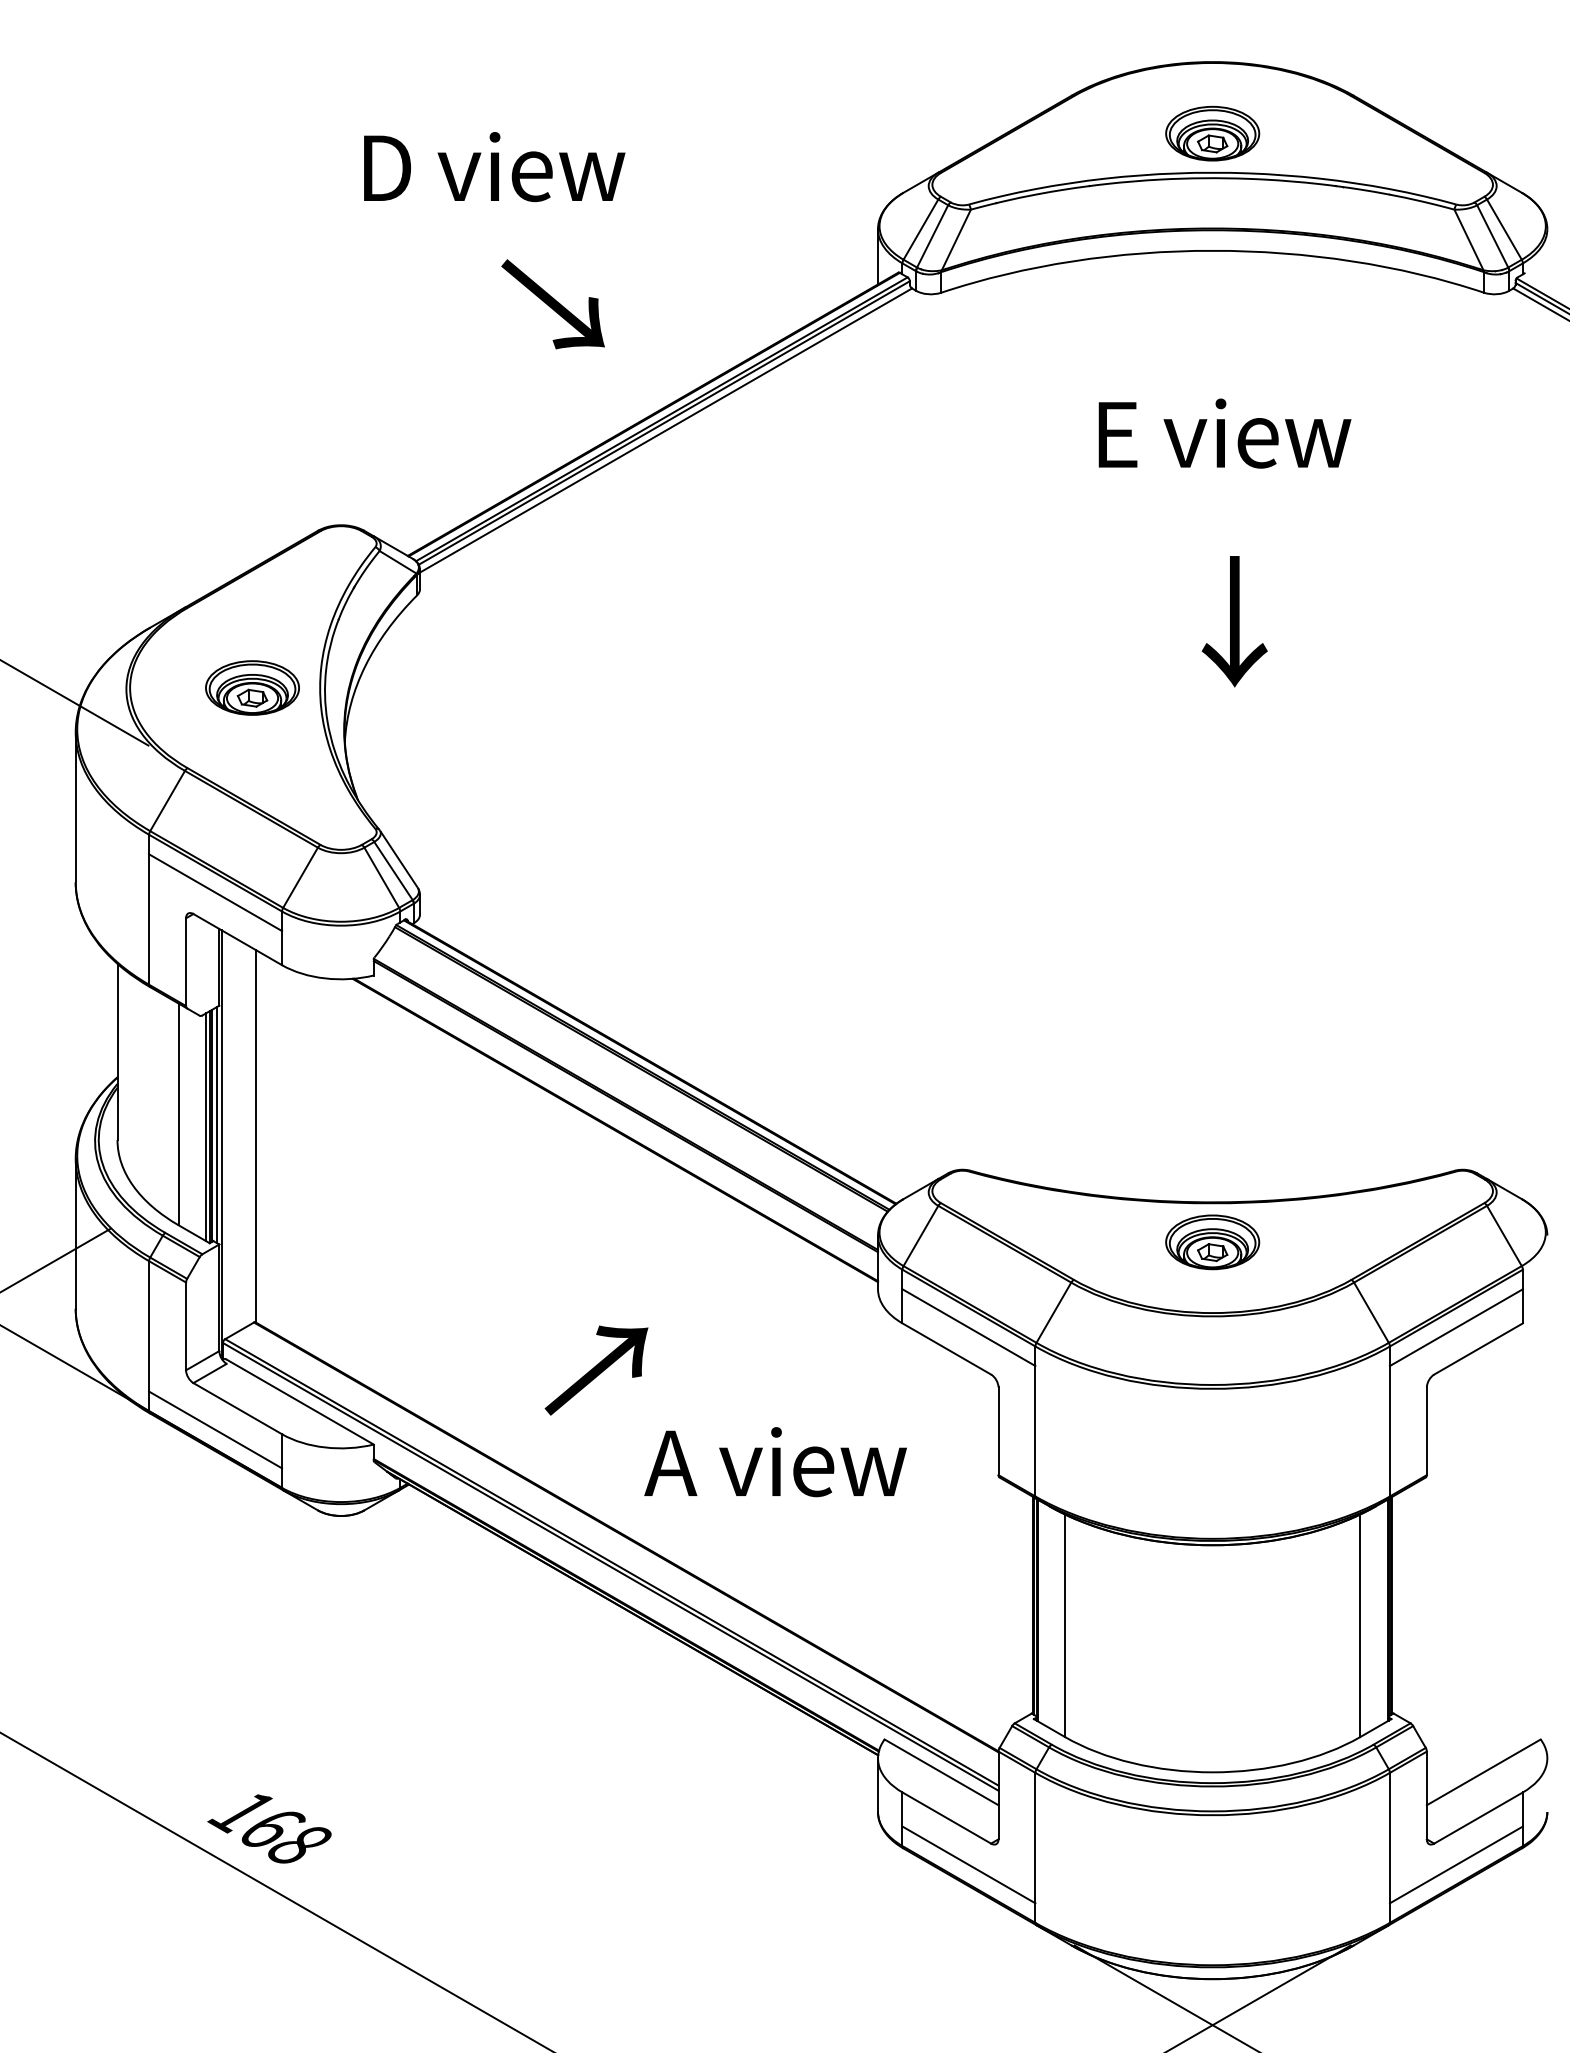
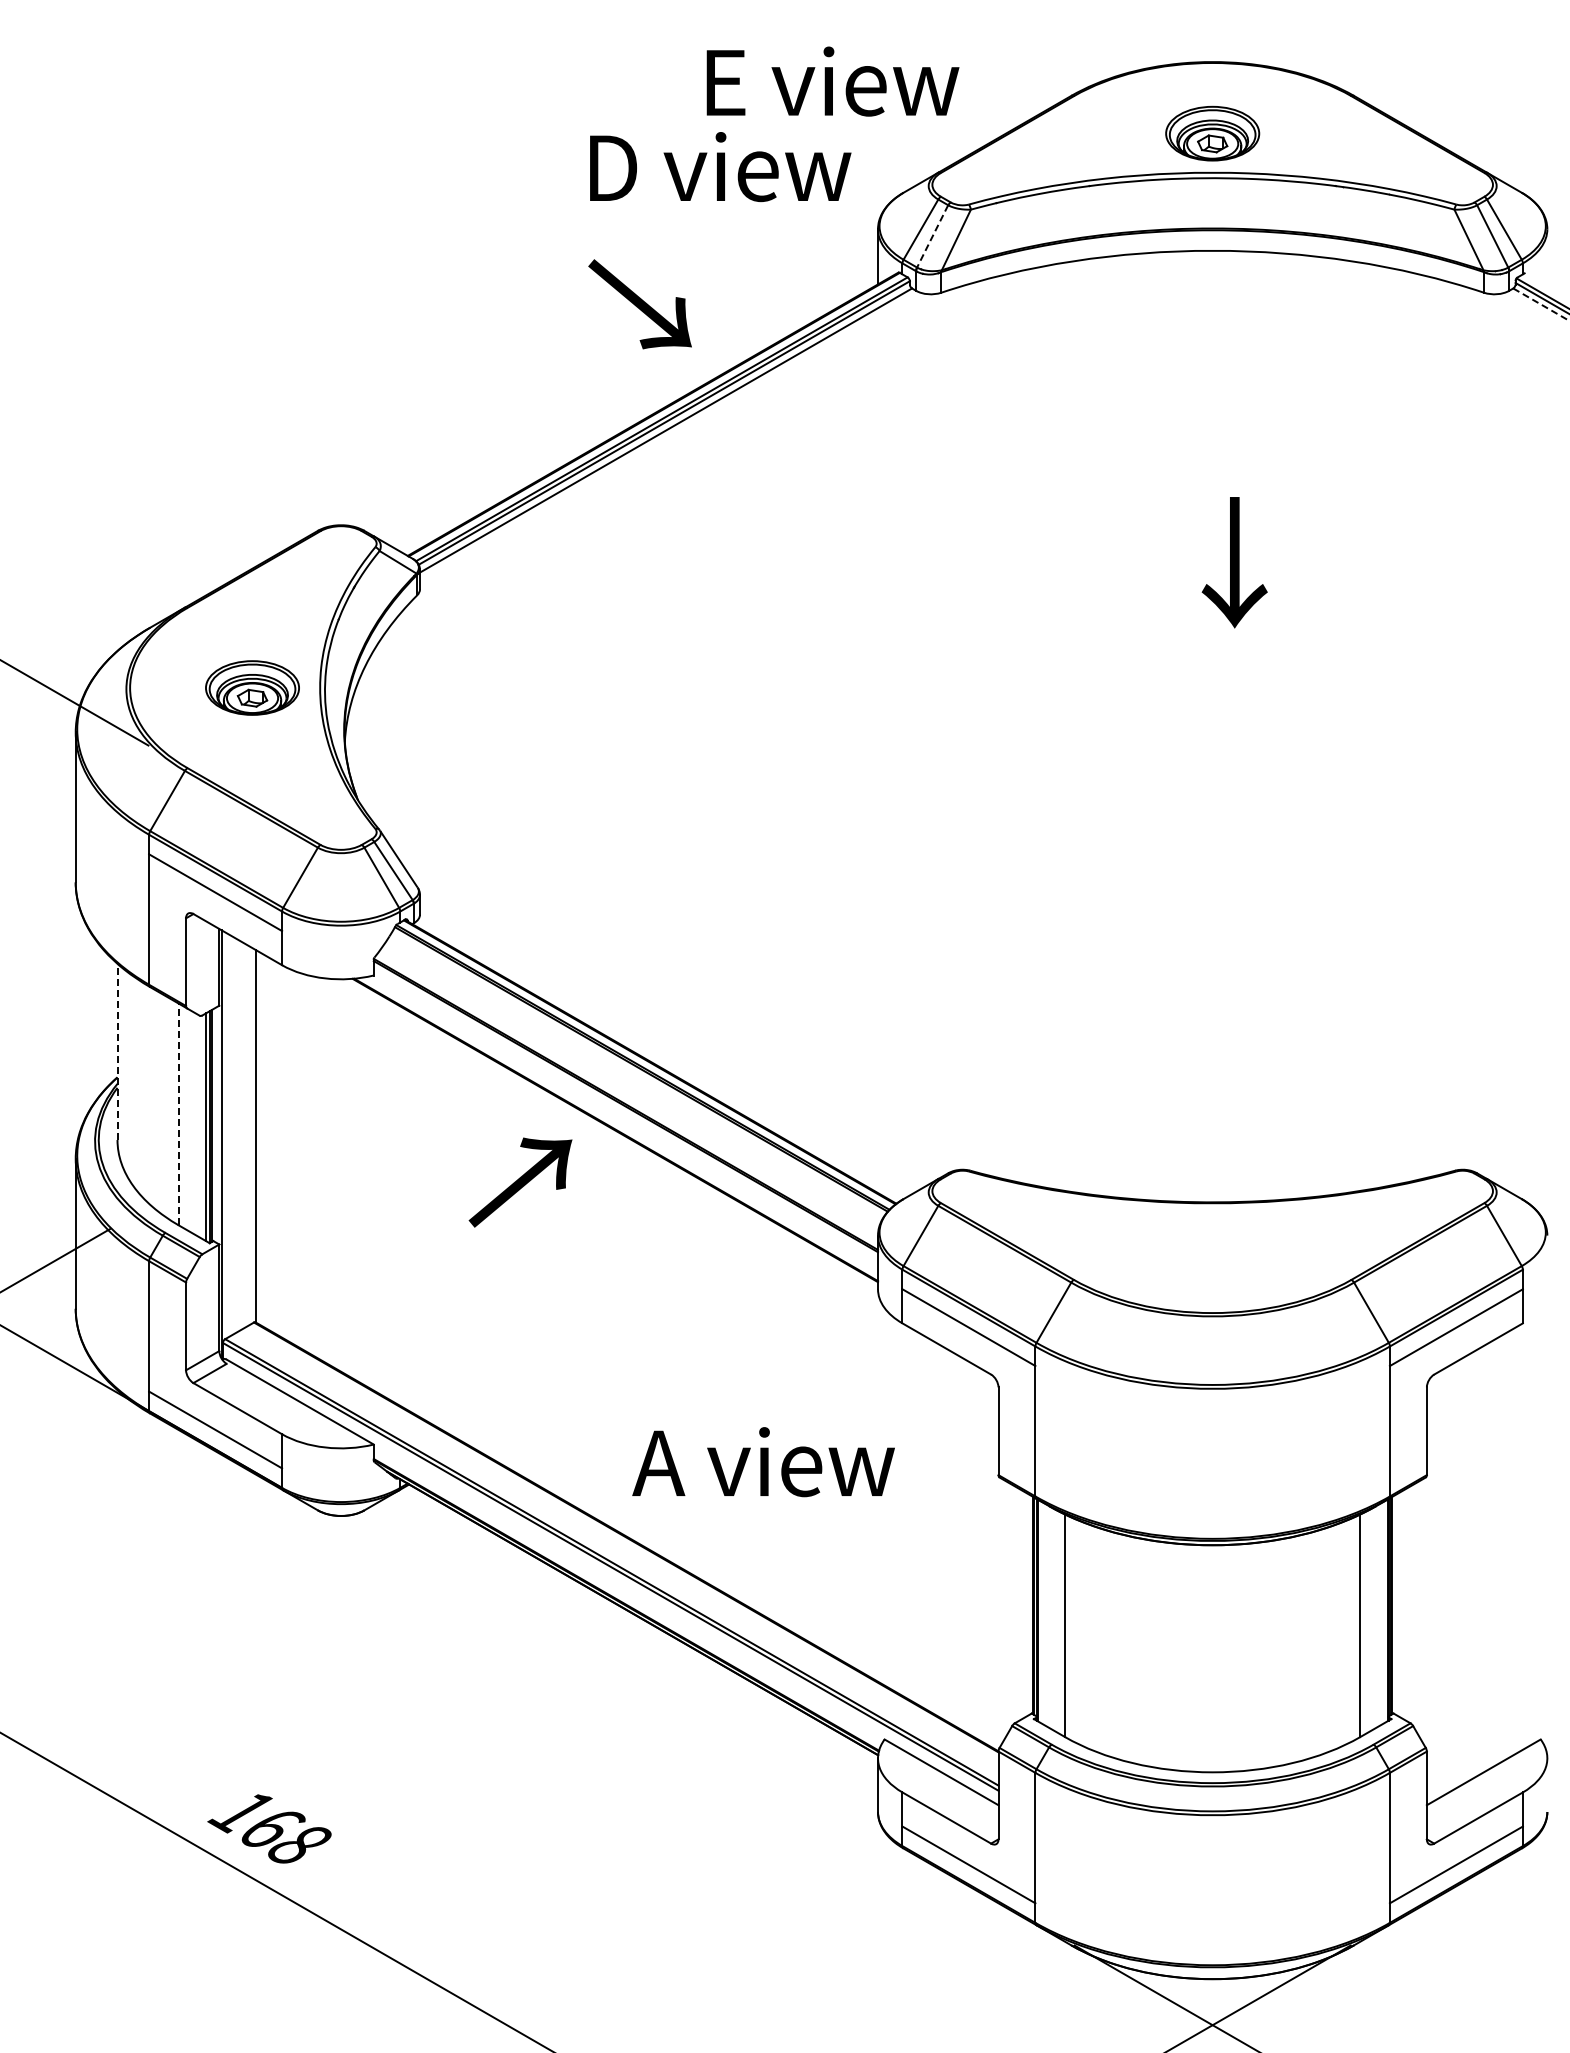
text at (494, 167) position: (494, 167) -> (720, 167)
line at (932, 236): solid -> dashed
text at (552, 304) position: (552, 304) -> (639, 304)
line at (1541, 304): solid -> dashed
text at (1224, 433) position: (1224, 433) -> (832, 81)
text at (1234, 621) position: (1234, 621) -> (1234, 562)
line at (117, 1051): solid -> dashed
line at (178, 1114): solid -> dashed
line at (217, 1124): present -> none
part at (1212, 1242): present -> none
text at (596, 1370) position: (596, 1370) -> (520, 1182)
text at (775, 1462) position: (775, 1462) -> (763, 1462)
